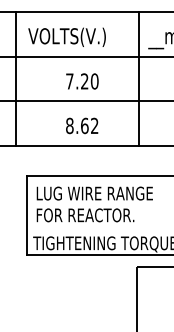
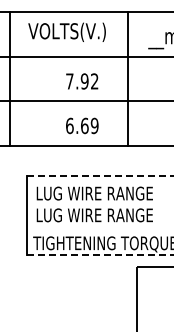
text at (66, 36) position: (66, 36) -> (66, 31)
line at (15, 78) position: (15, 78) -> (9, 78)
line at (139, 78) position: (139, 78) -> (128, 78)
text at (89, 81): 7.20 -> 7.92
text at (82, 125): 8.62 -> 6.69
line at (100, 176): solid -> dashed
text at (95, 215): FOR REACTOR. -> LUG WIRE RANGE
line at (100, 254): solid -> dashed
